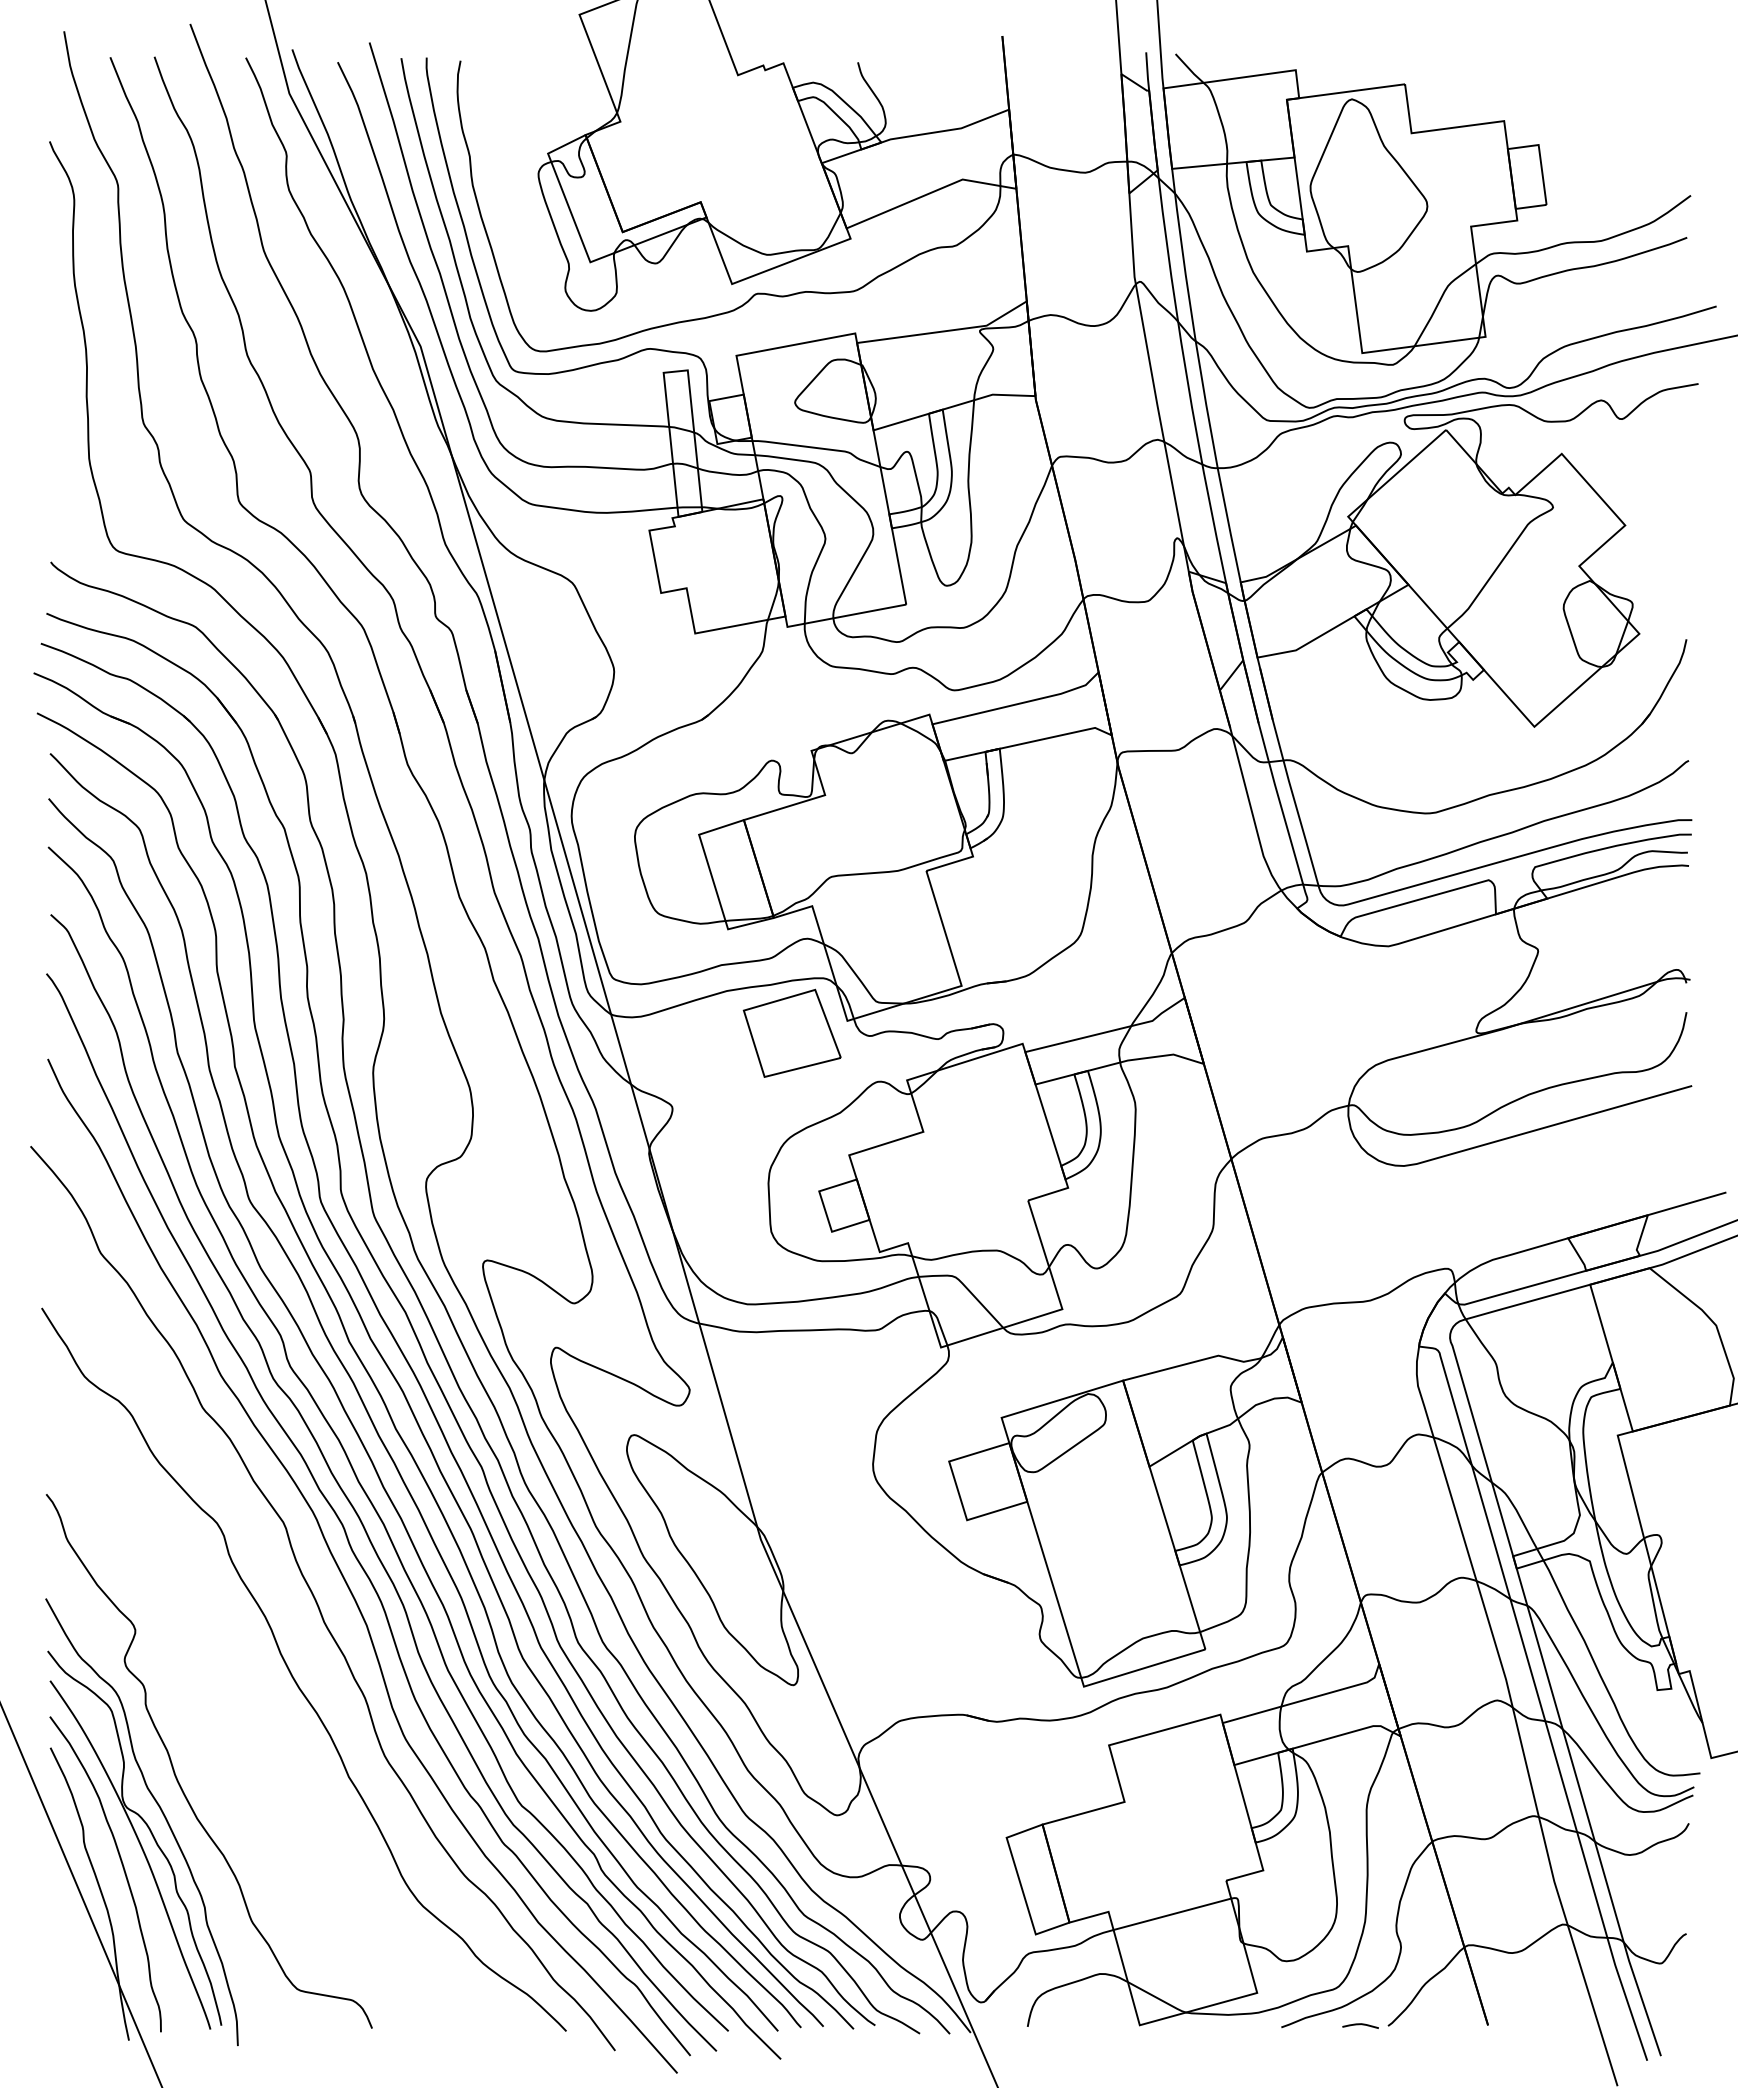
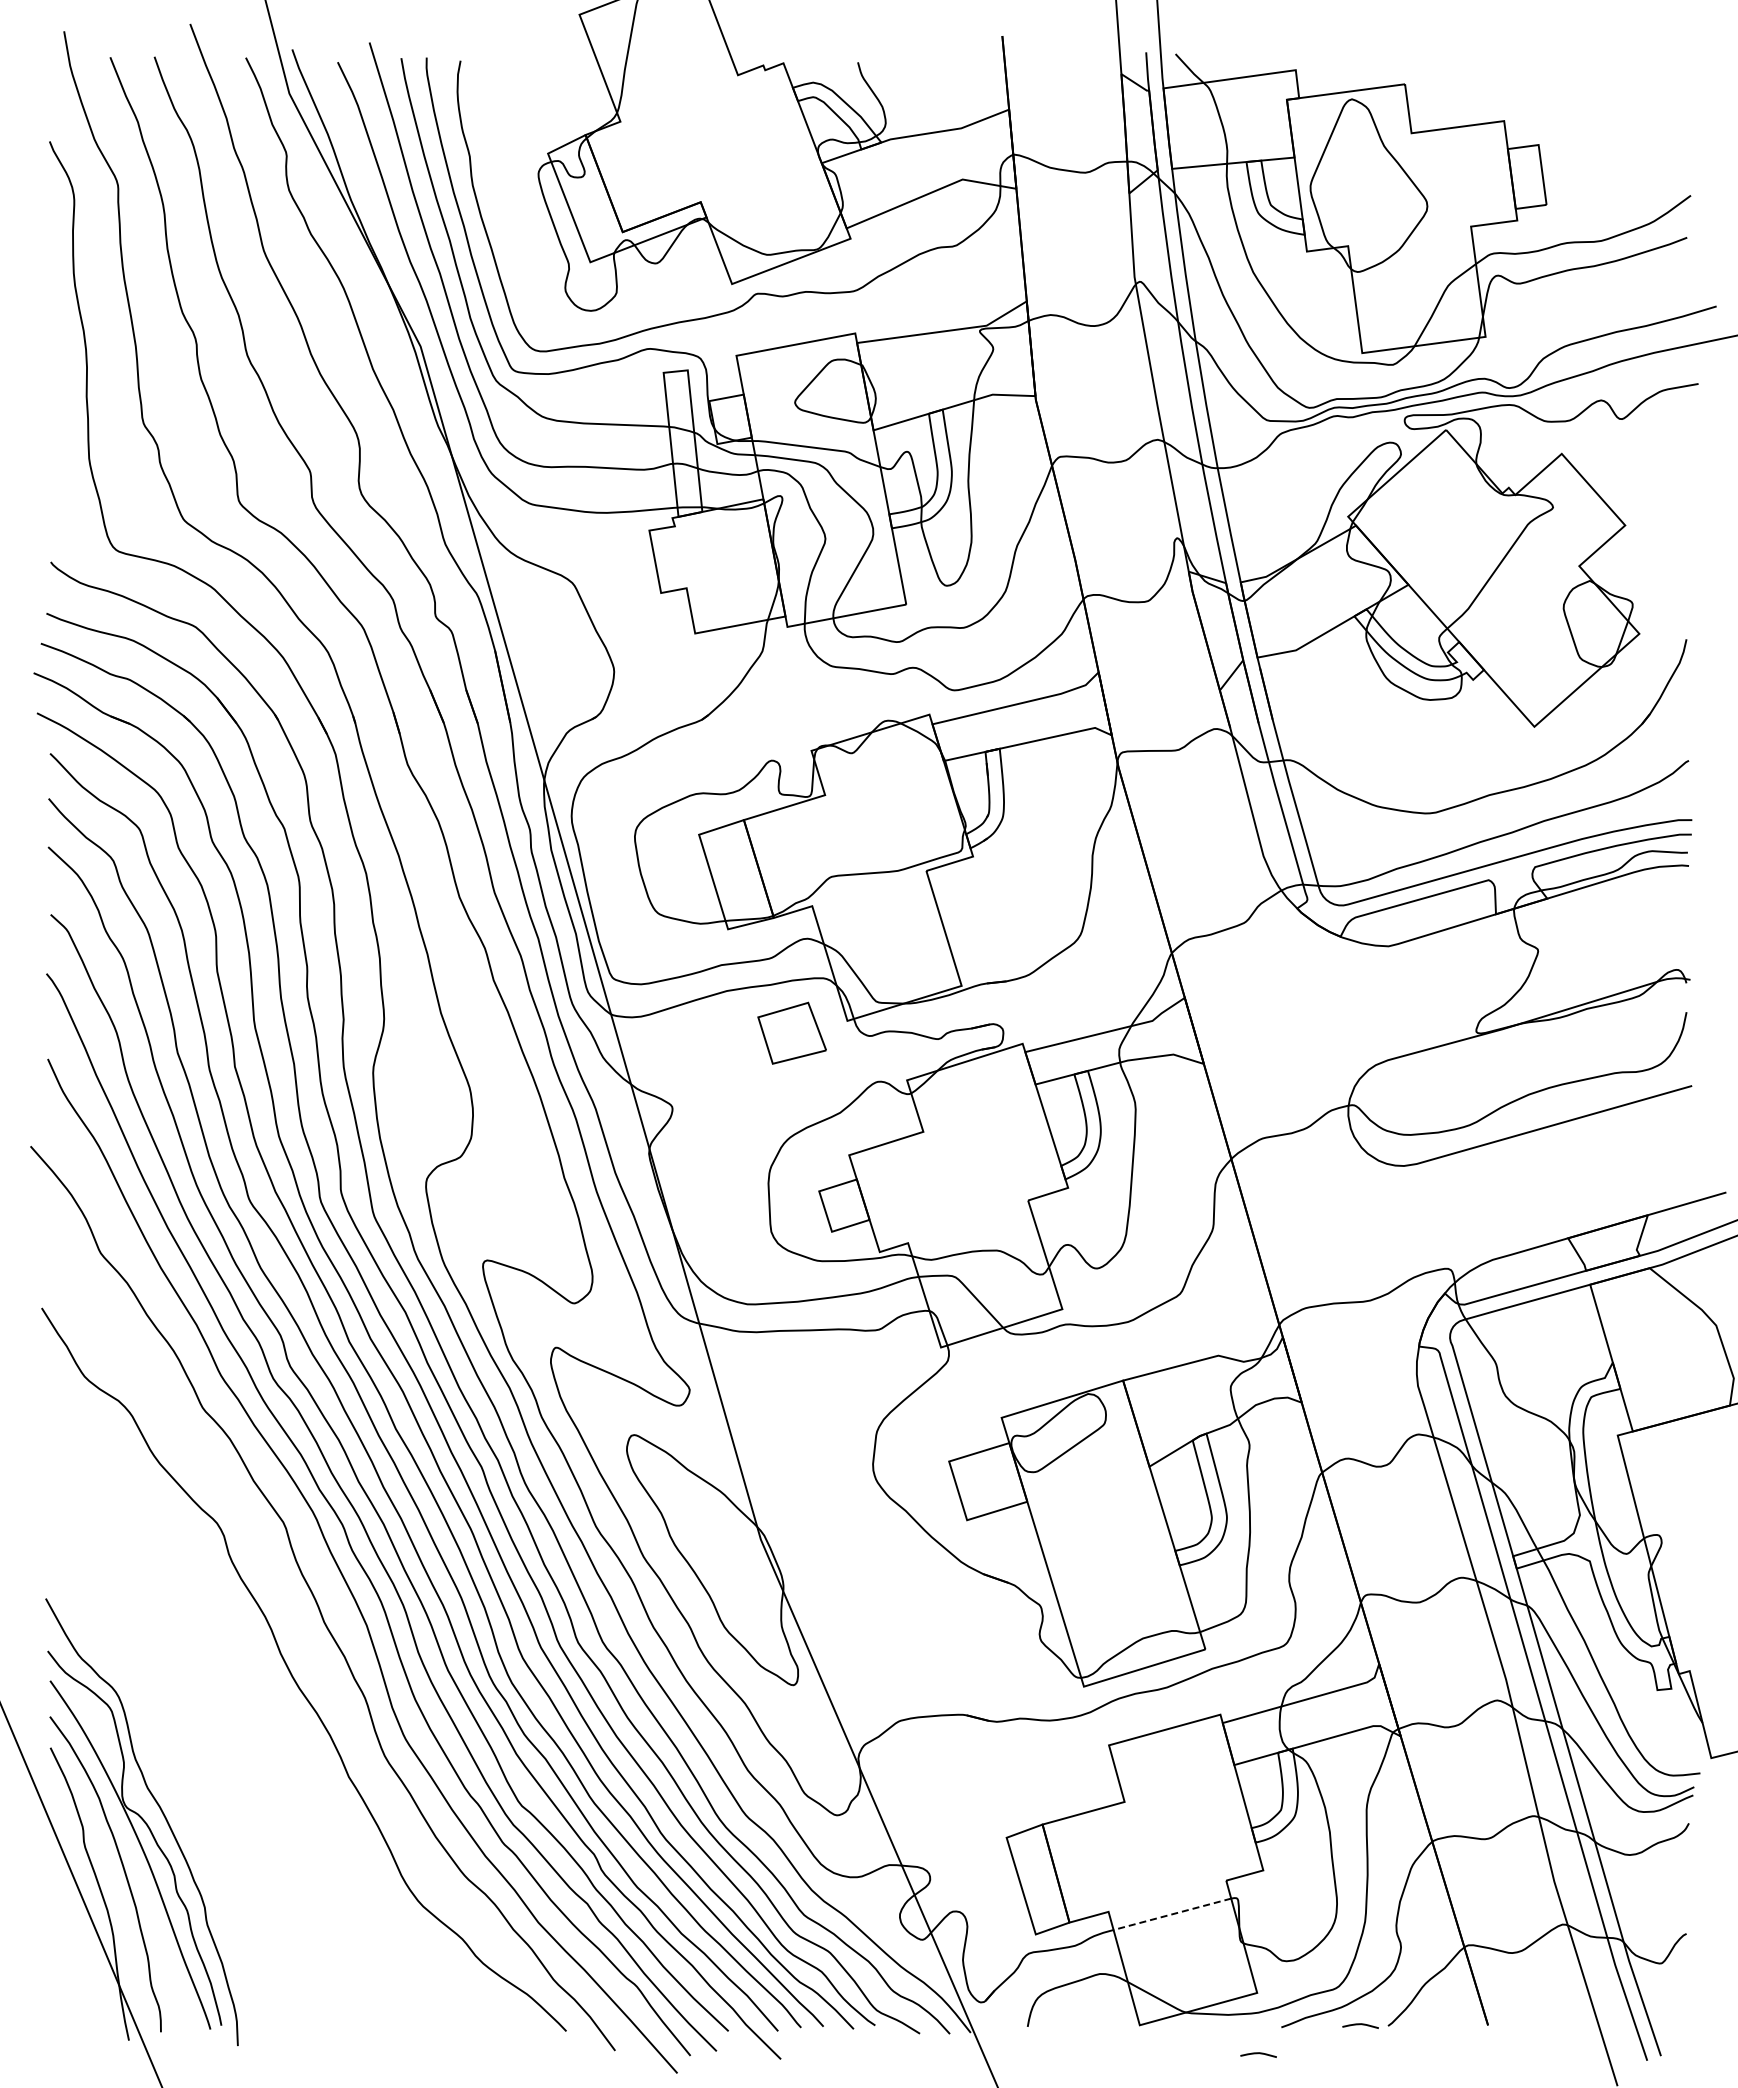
part at (791, 1032) size: 100x90 px -> 70x64 px
curve at (175, 1772): present -> none
line at (1172, 1914): solid -> dashed
curve at (1258, 2054): none -> present
